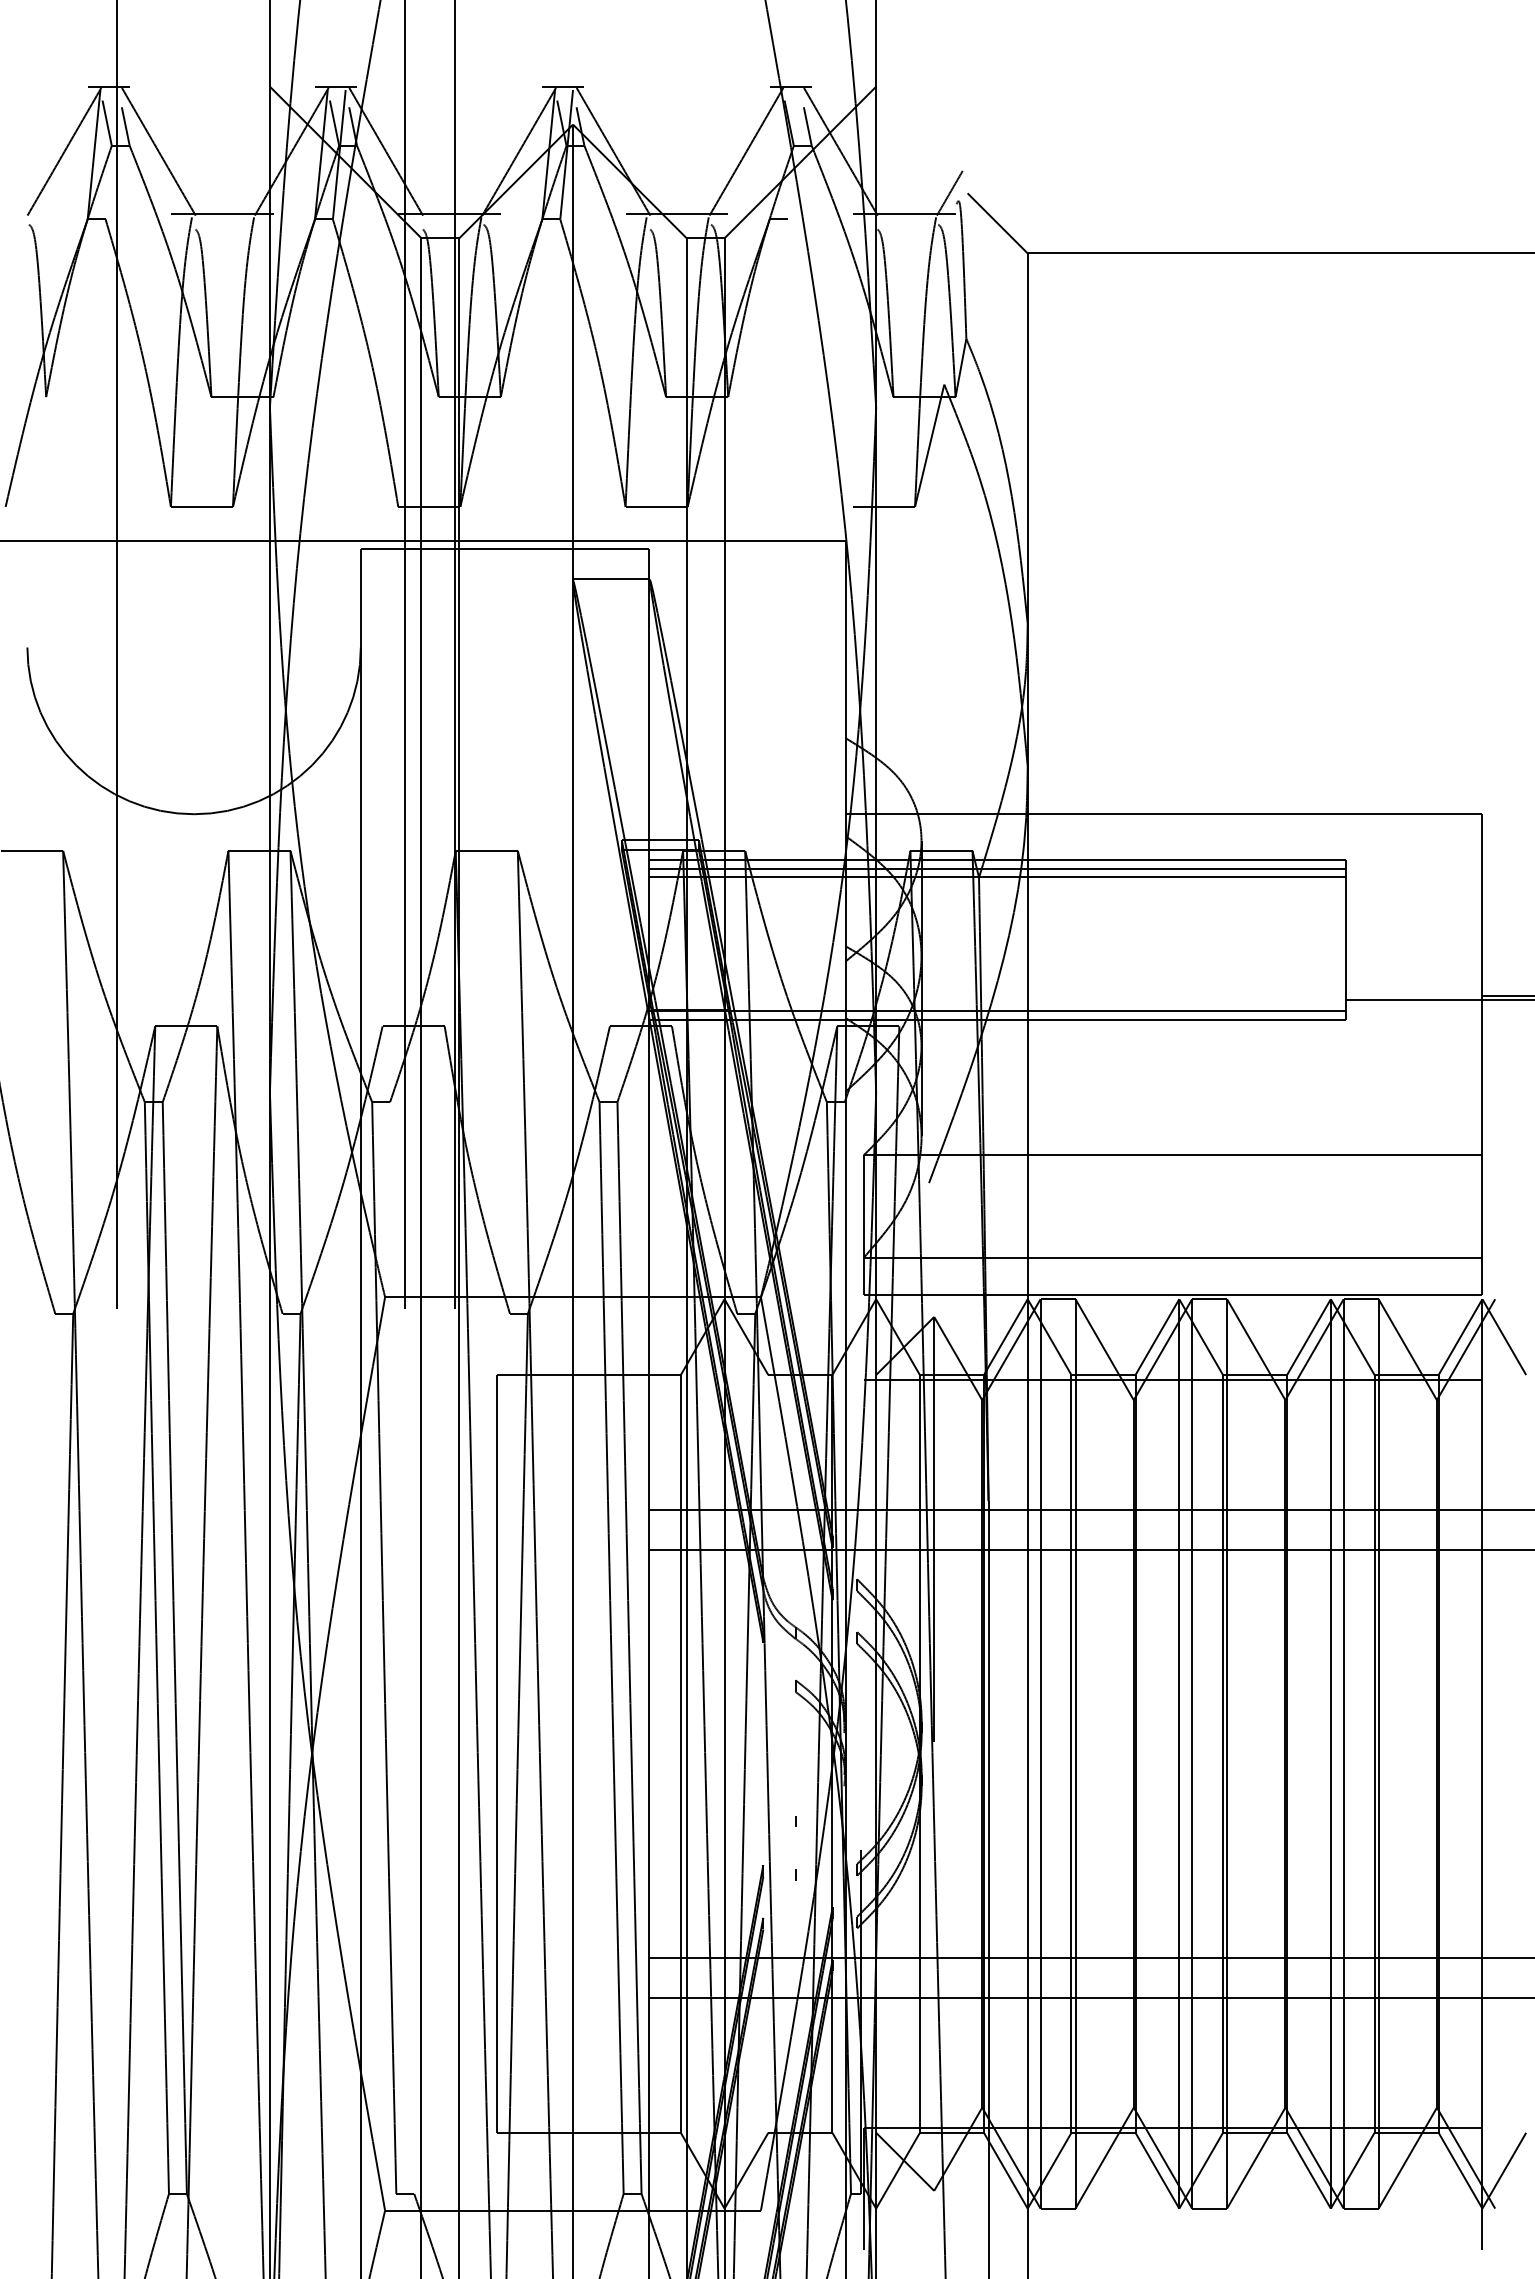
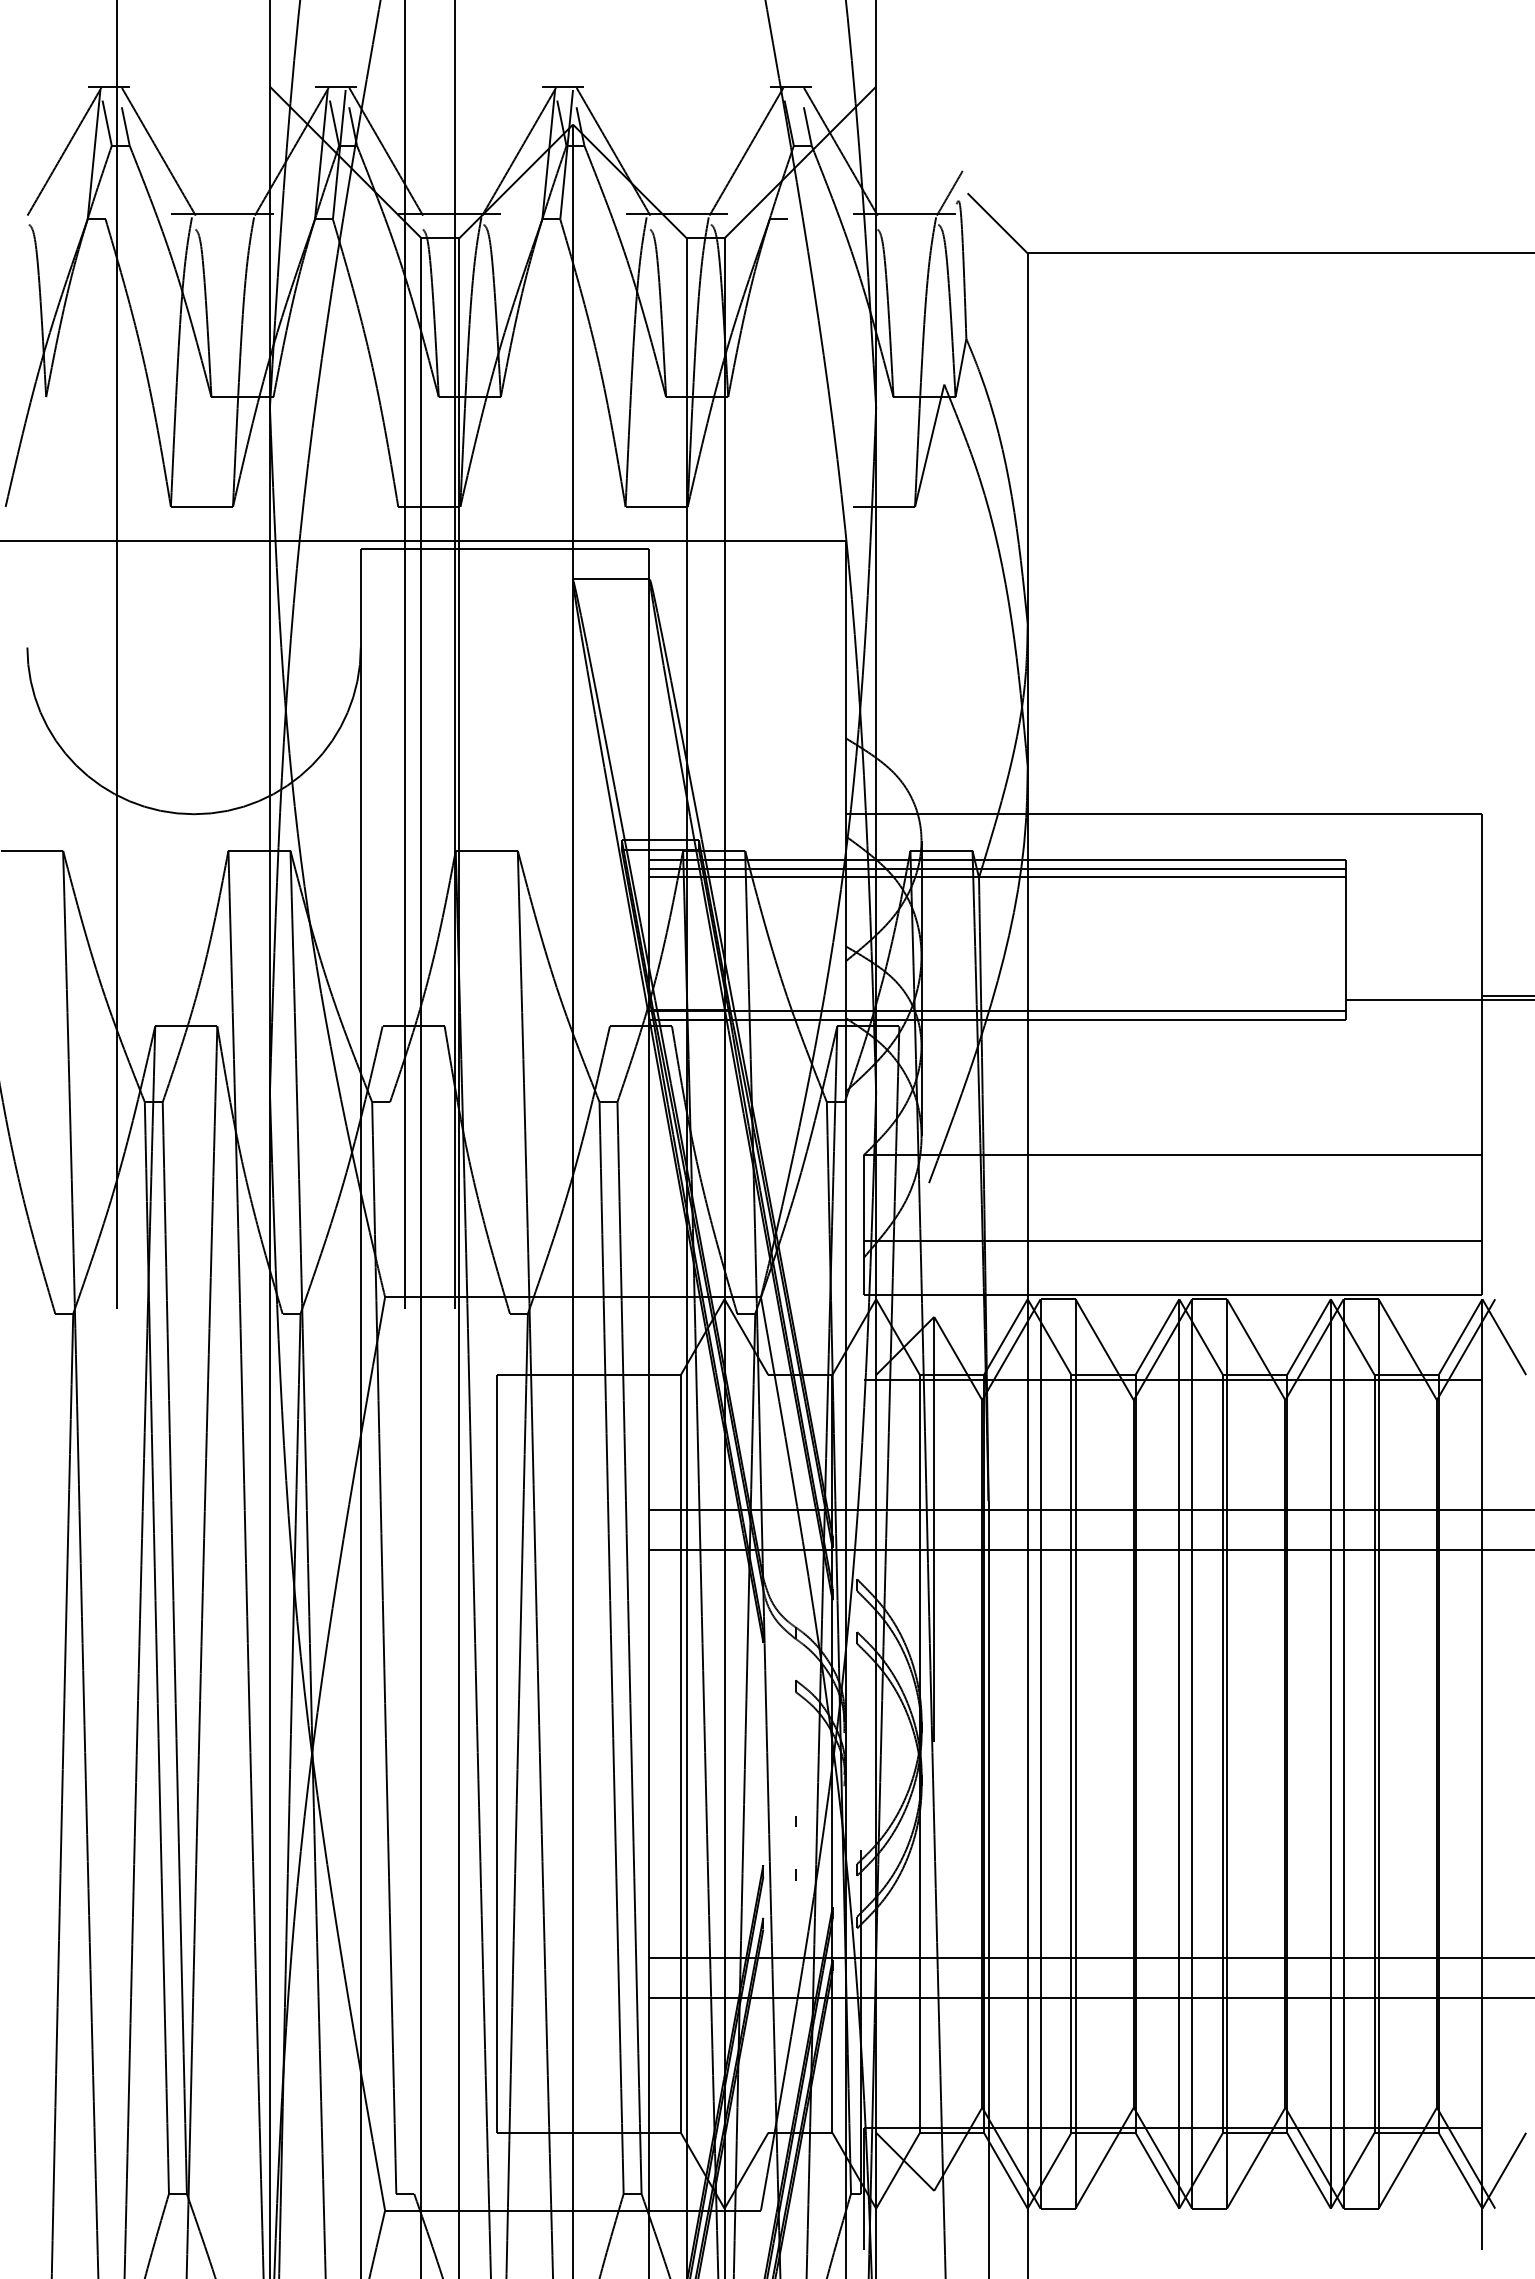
line at (1172, 1257) position: (1172, 1257) -> (1172, 1240)
